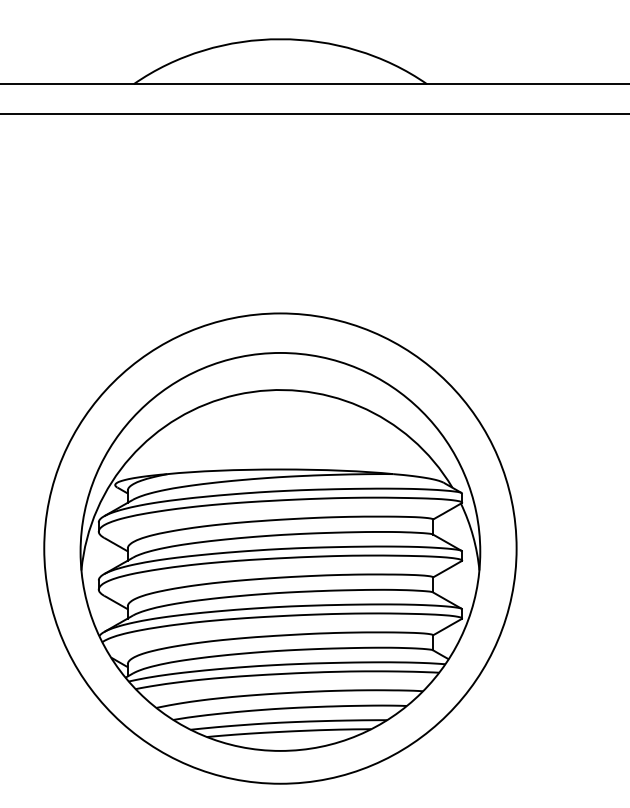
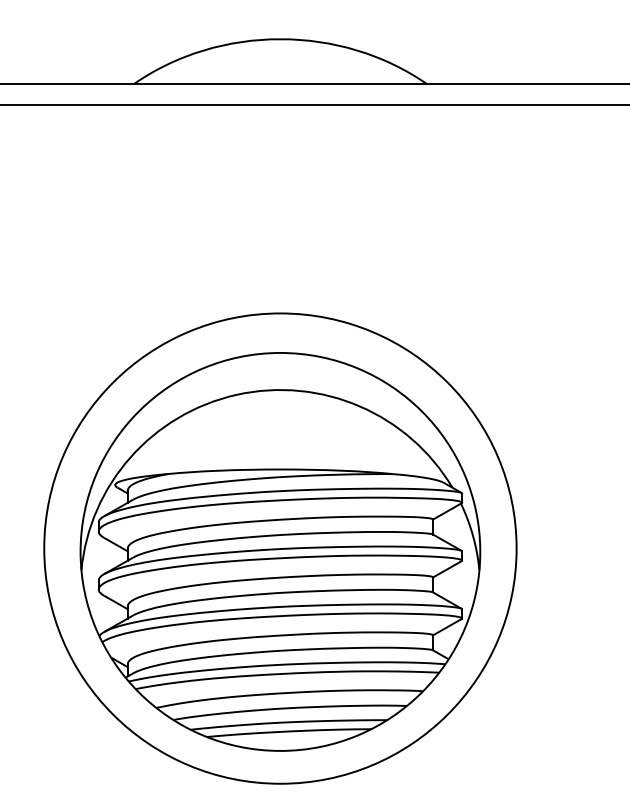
line at (314, 114) position: (314, 114) -> (314, 105)
